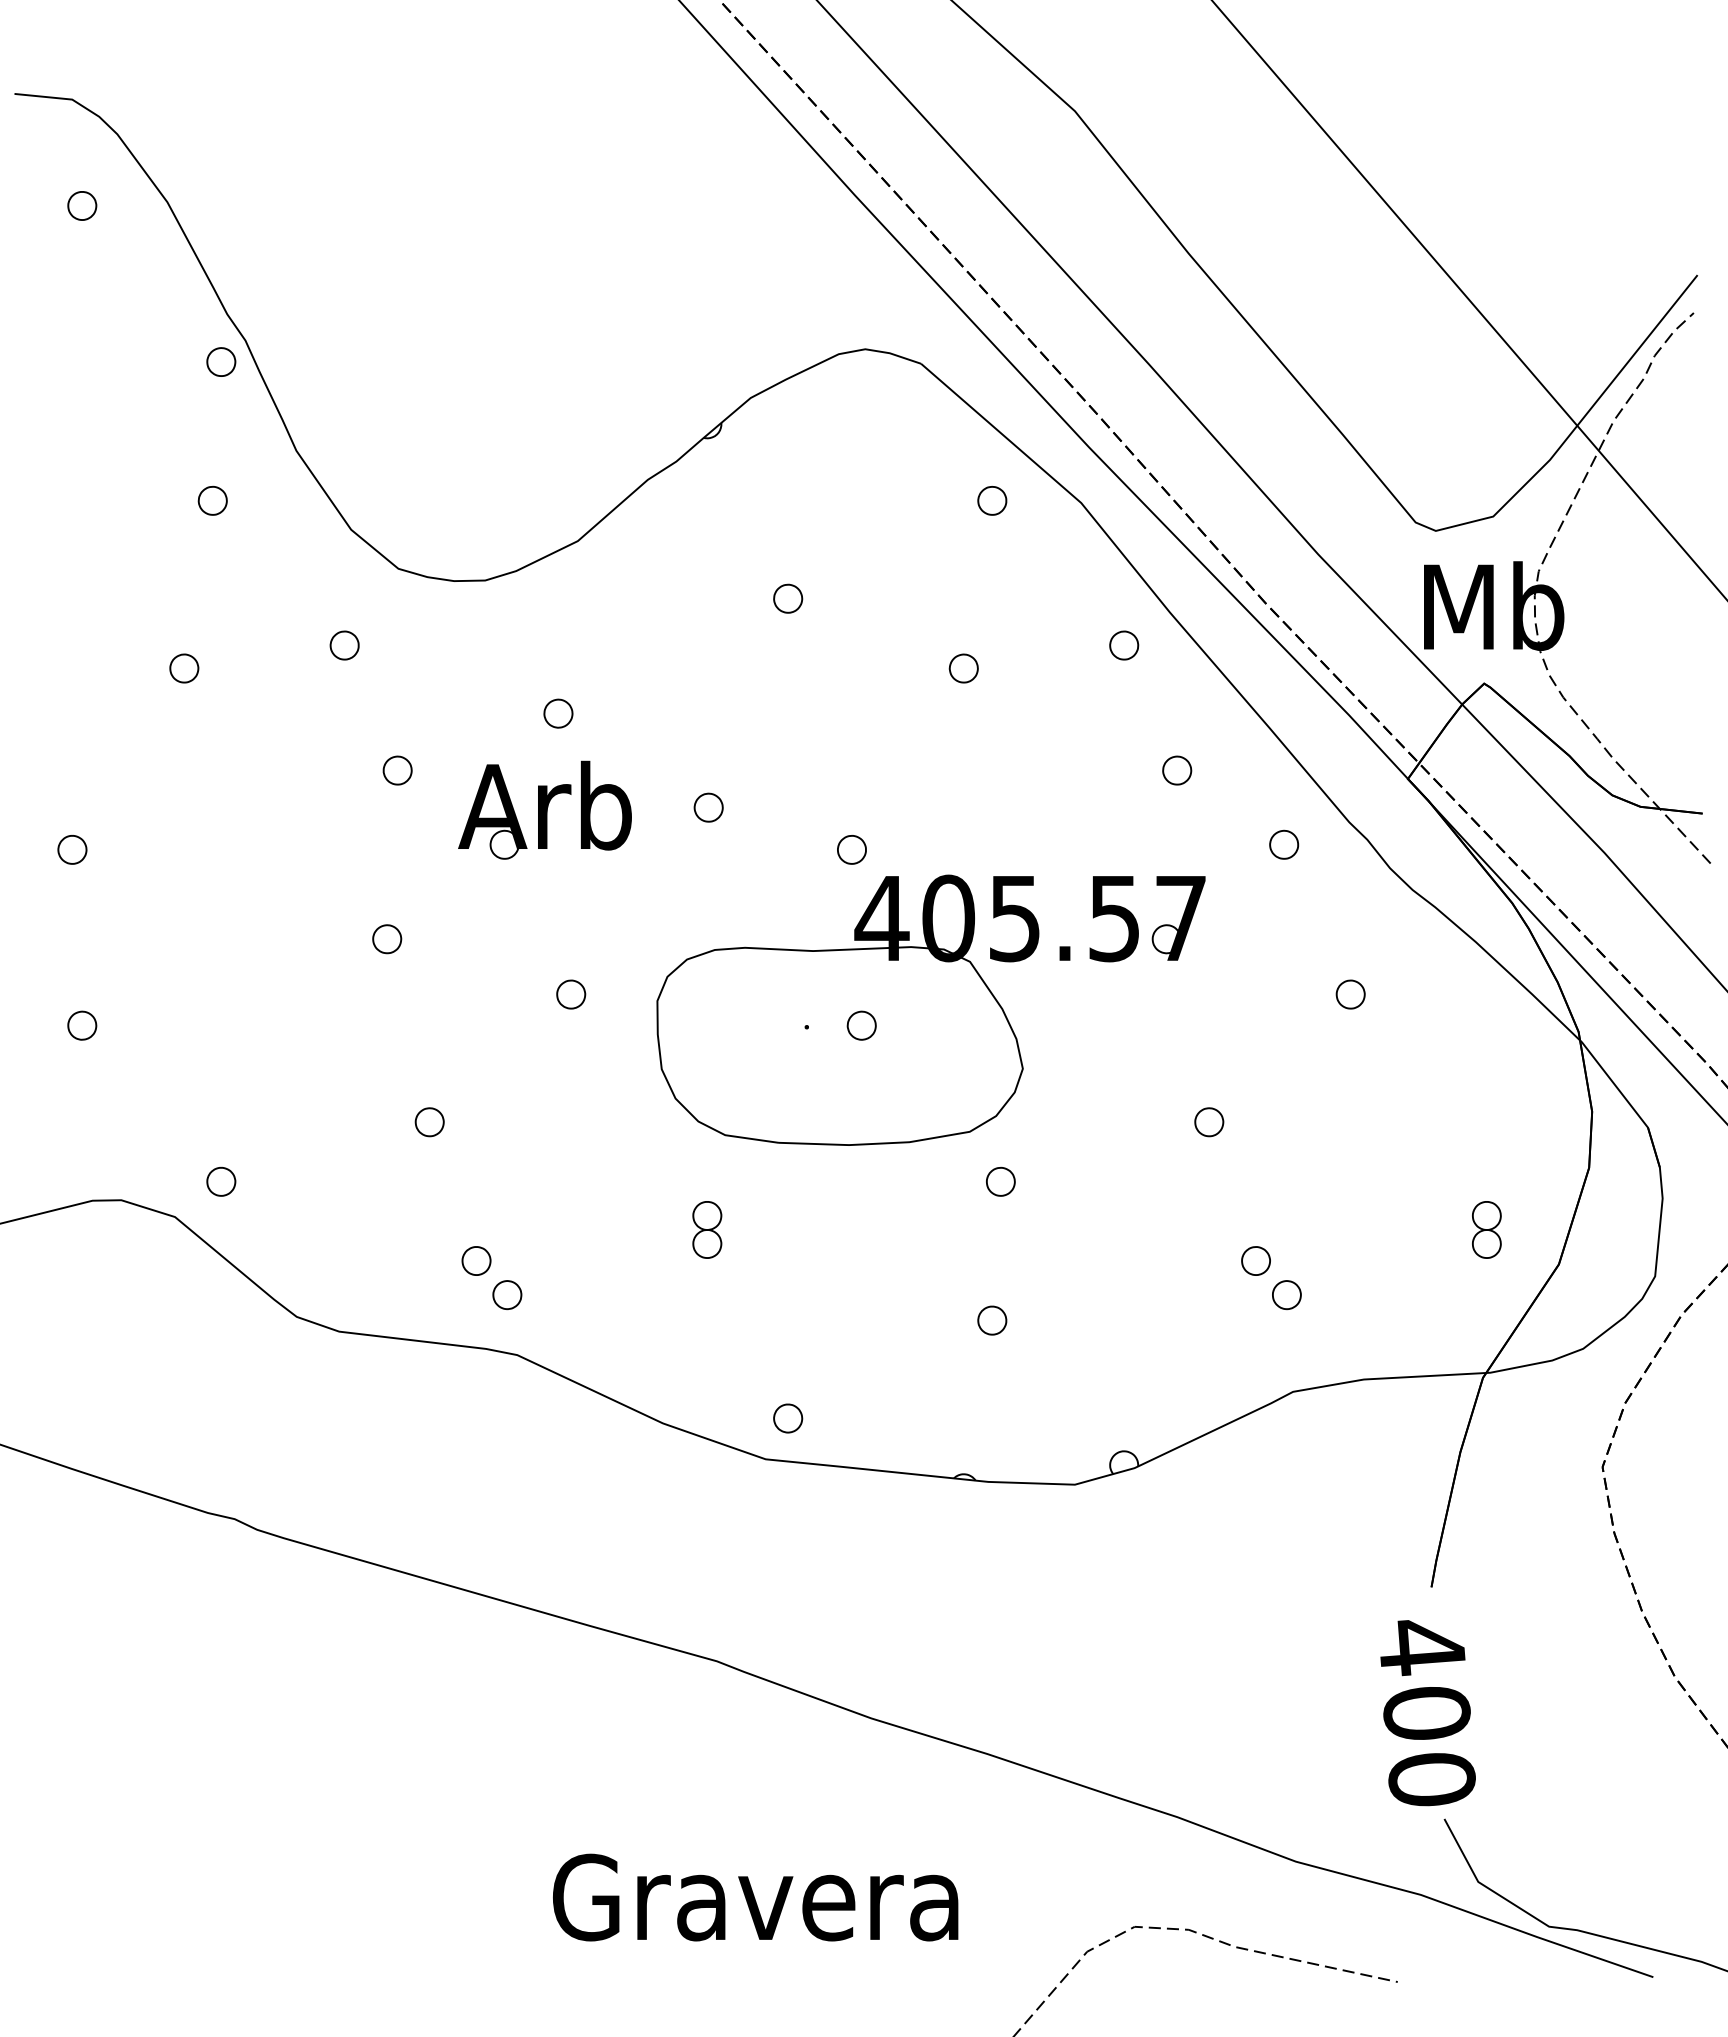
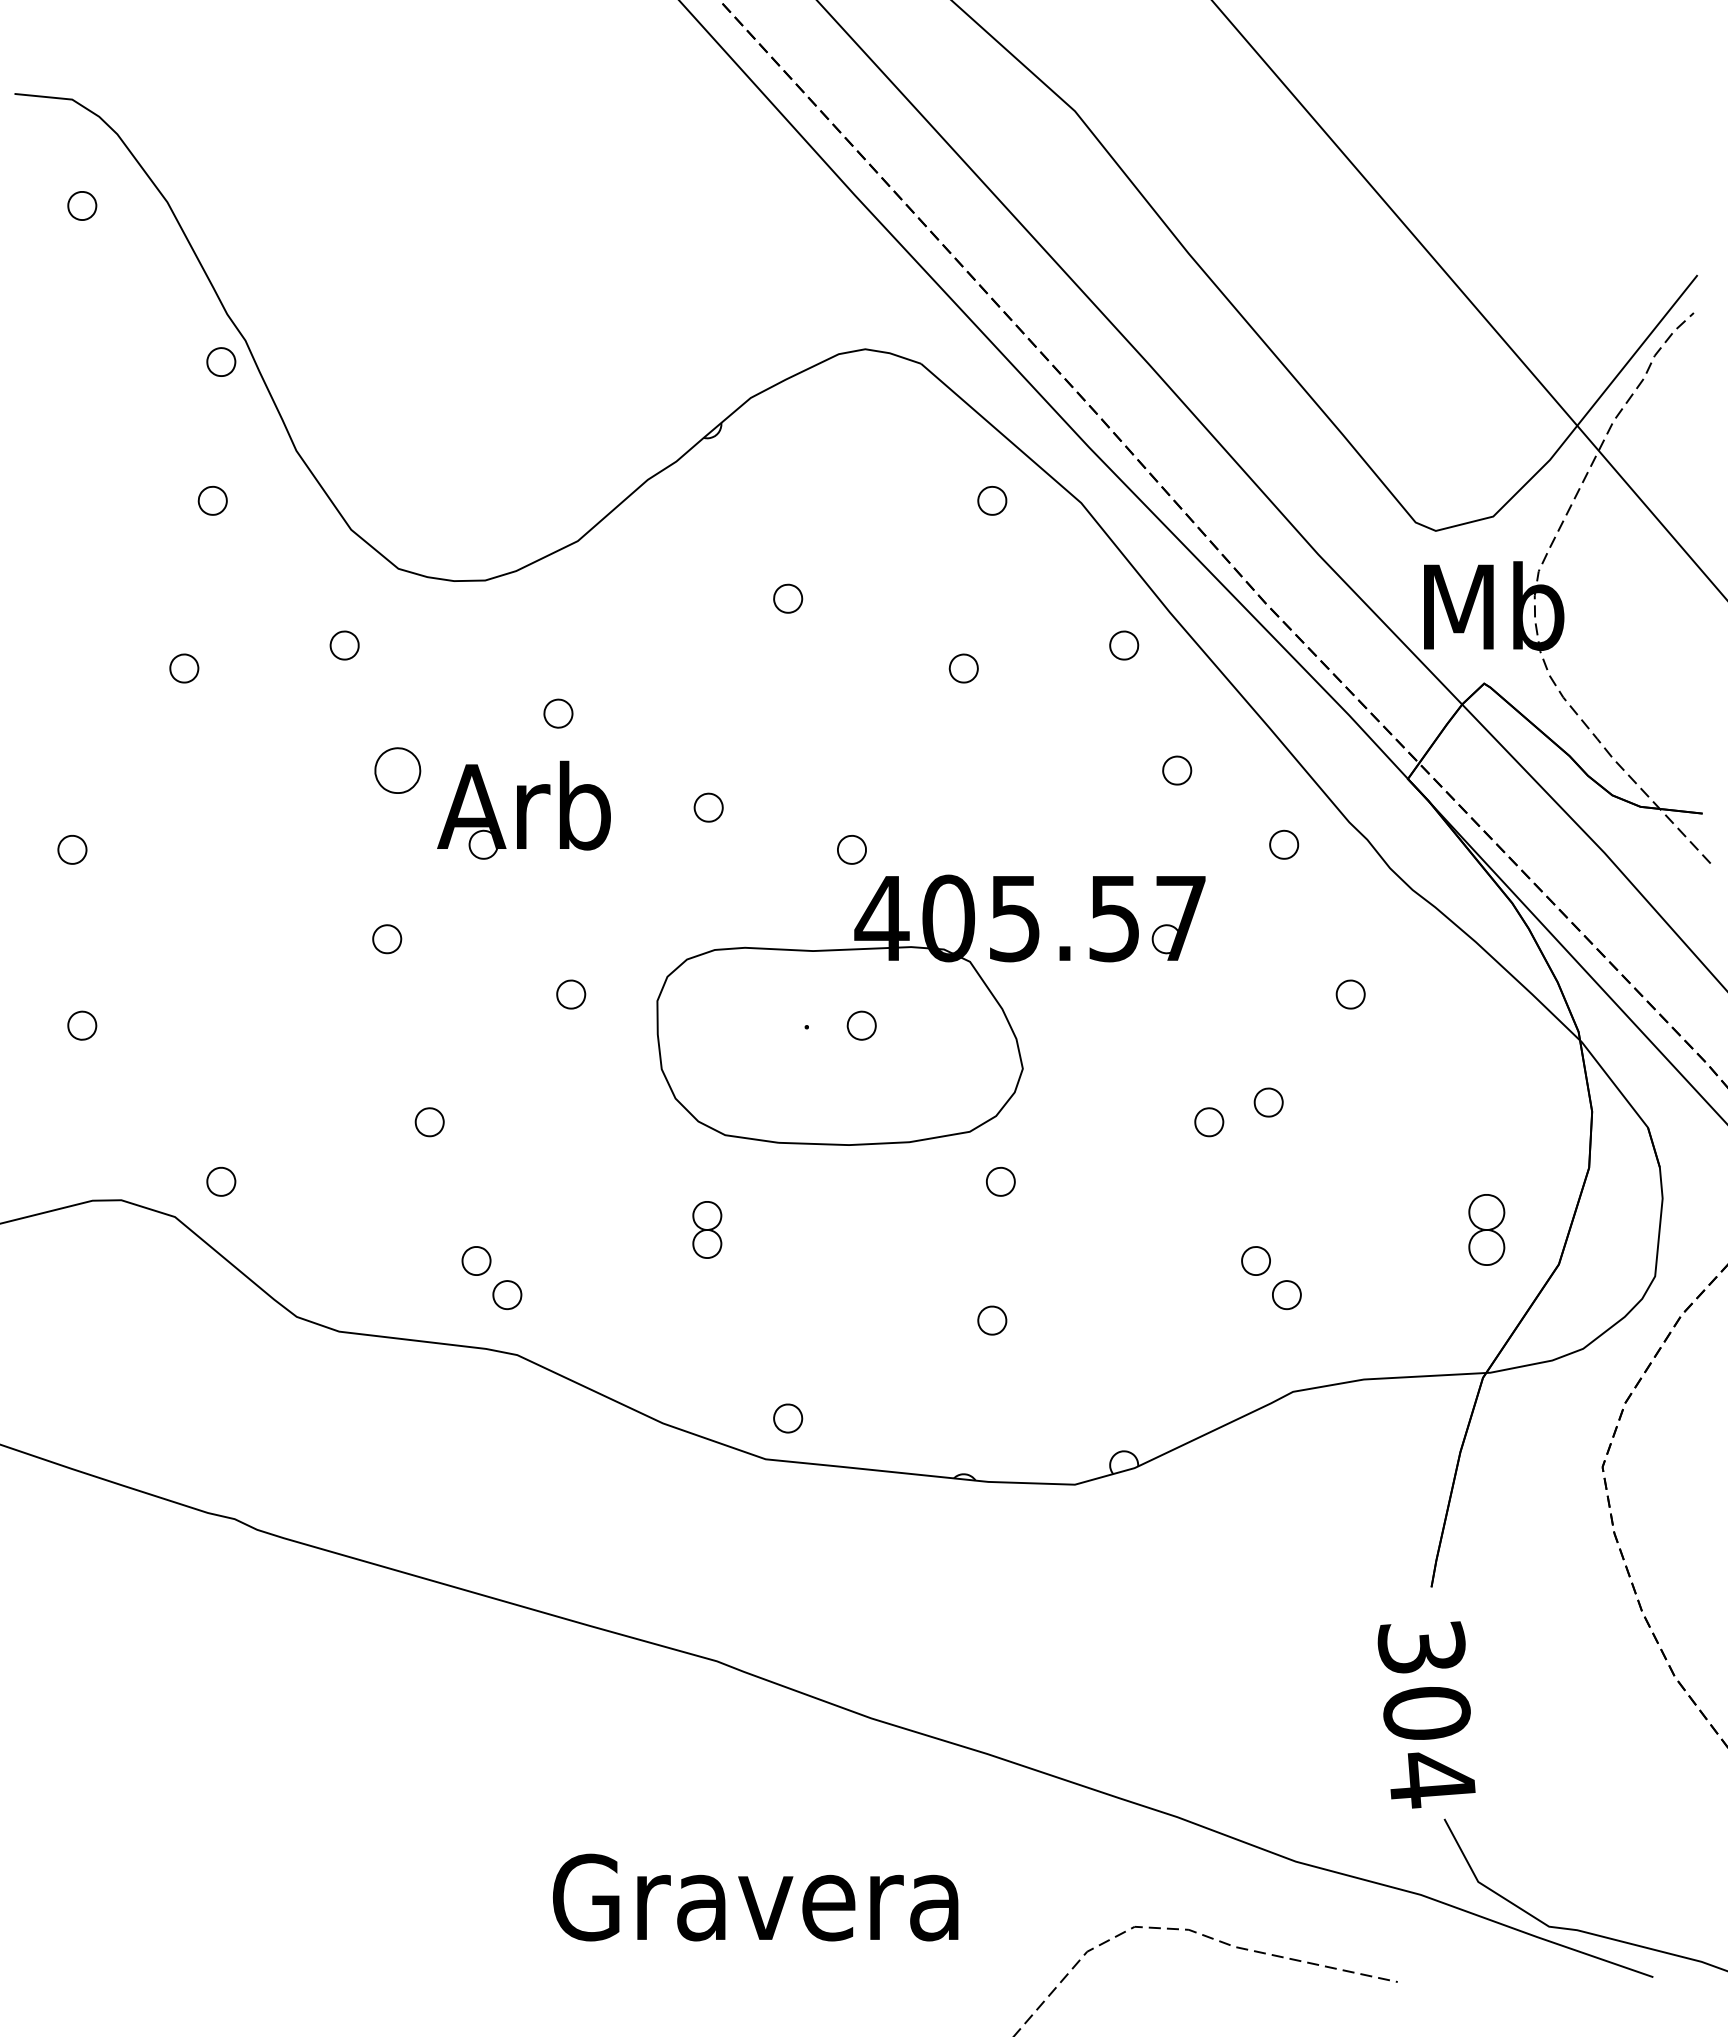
part at (397, 770) size: 31x31 px -> 48x47 px
part at (544, 809) position: (544, 809) -> (523, 809)
part at (1268, 1102): none -> present
part at (1486, 1229) size: 30x58 px -> 38x72 px
text at (1426, 1714): 400 -> 304
